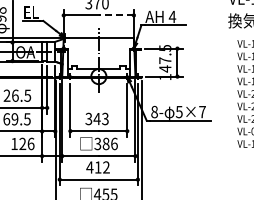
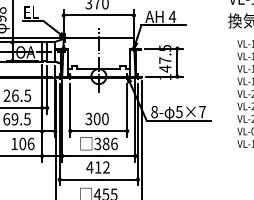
line at (115, 15): dashed -> solid
text at (100, 118): 343 -> 300
text at (22, 143): 126 -> 106
